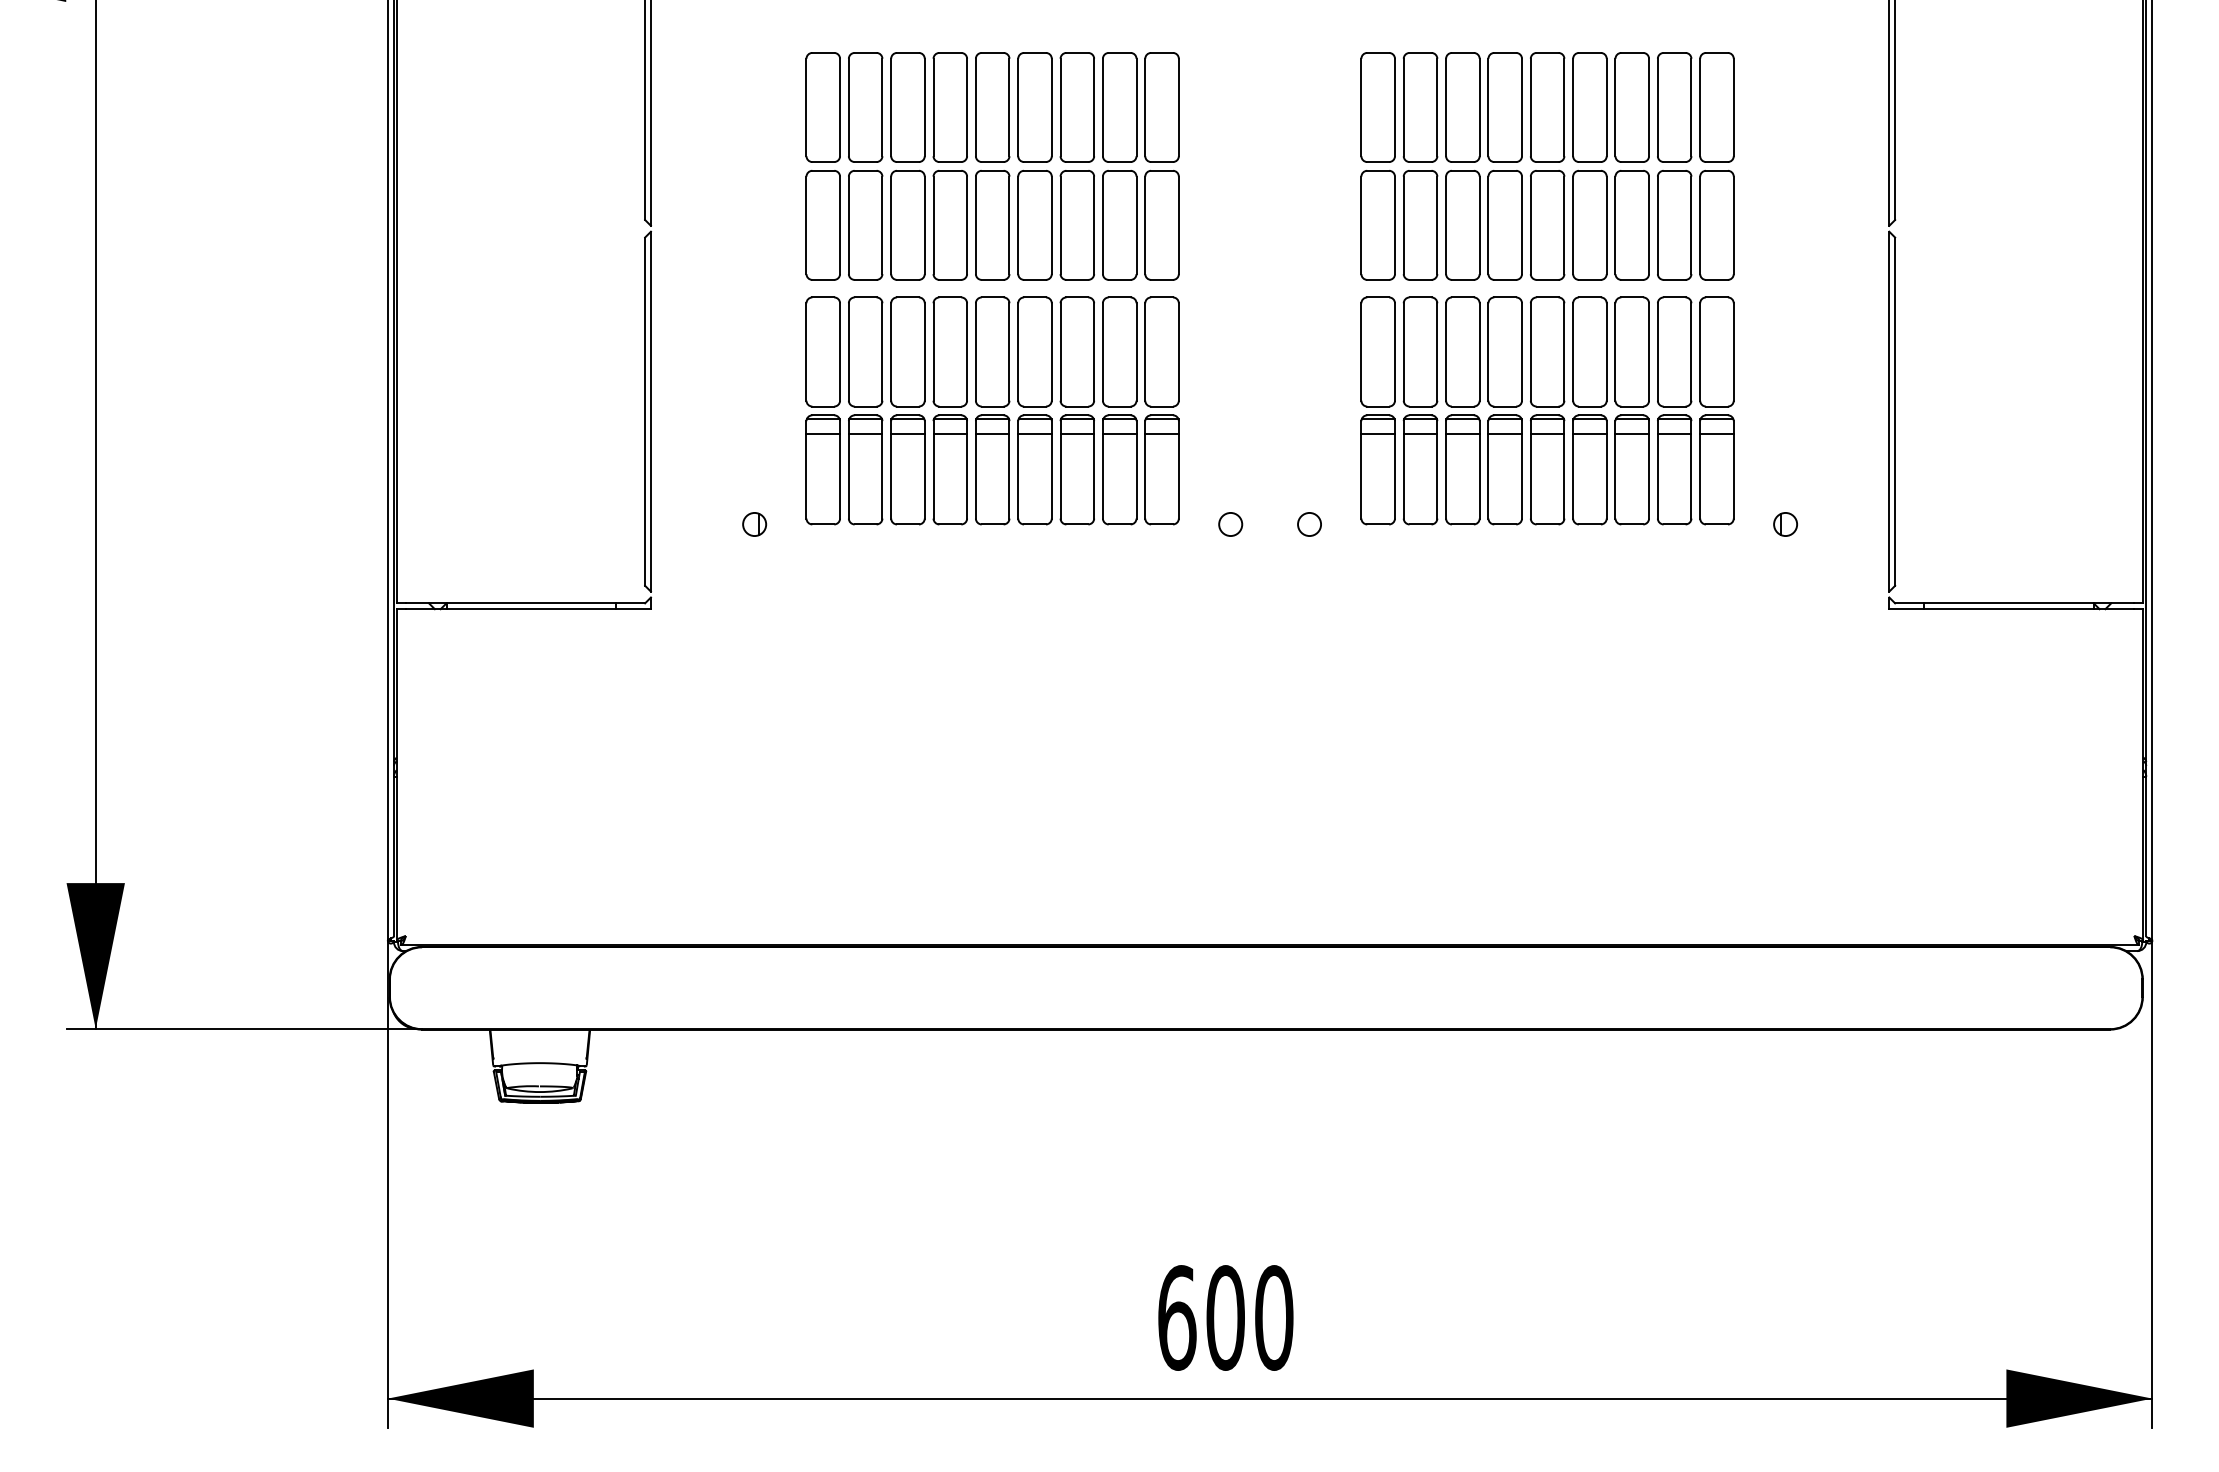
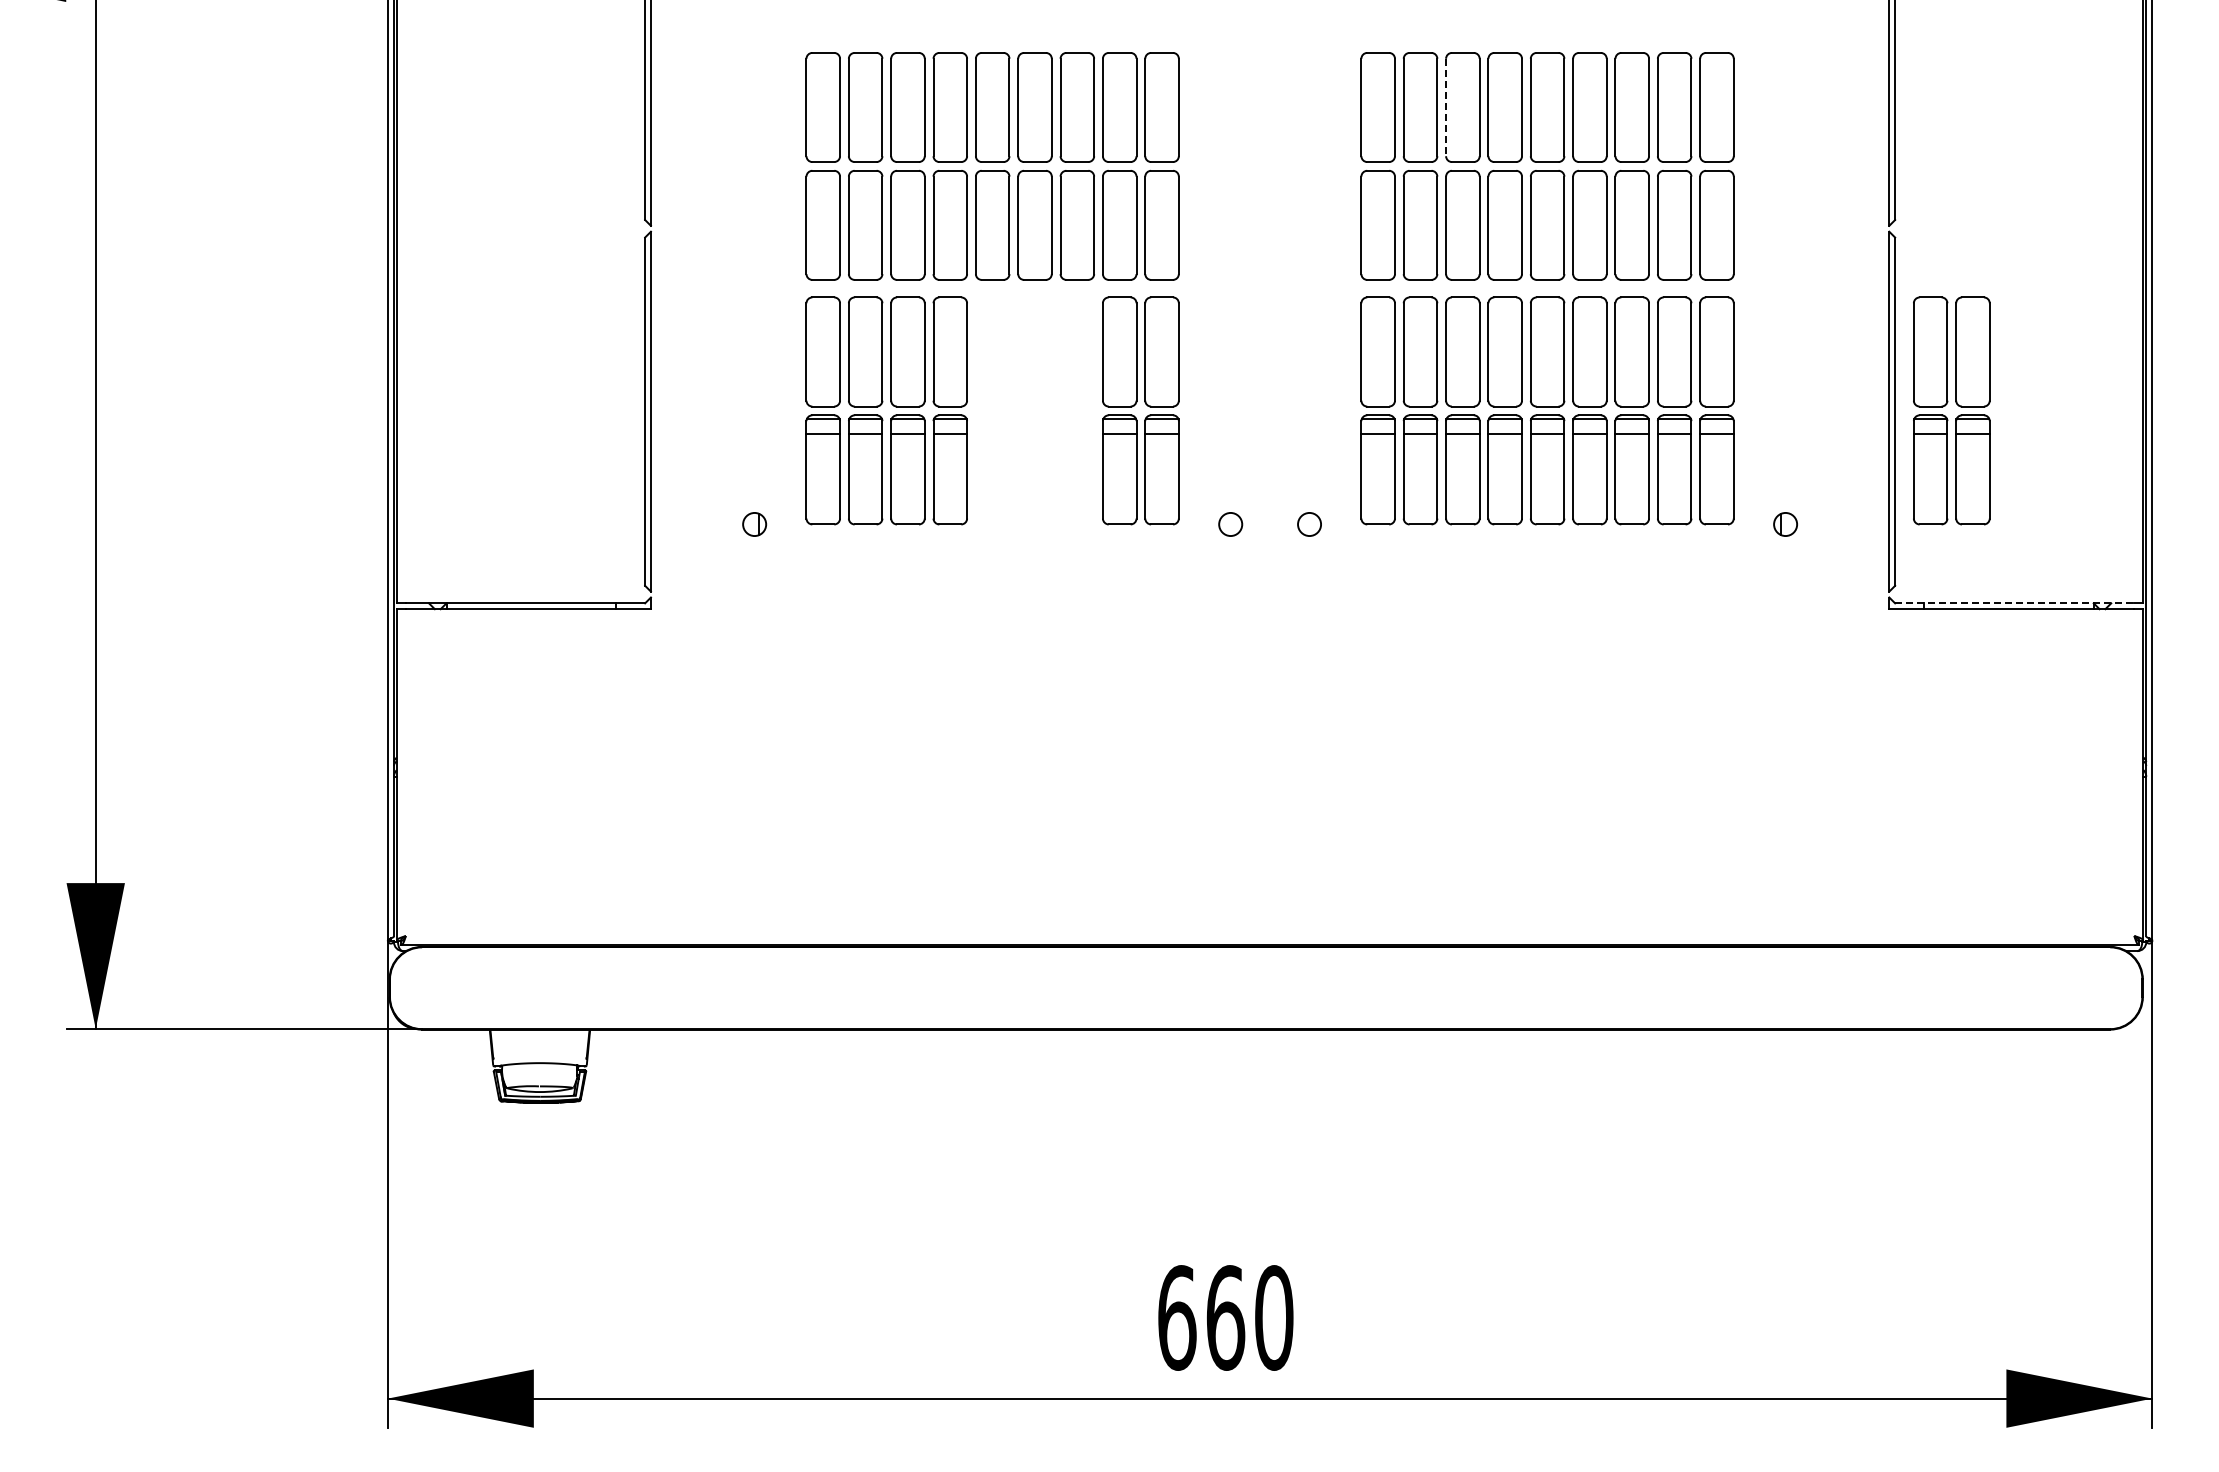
line at (1446, 107): solid -> dashed
part at (1946, 405): none -> present
part at (1034, 410): present -> none
line at (2014, 603): solid -> dashed
text at (1225, 1317): 600 -> 660
